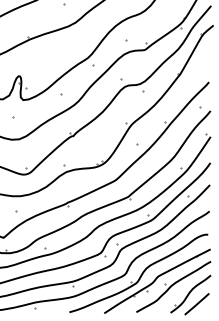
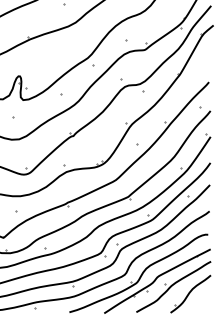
line at (196, 304): present -> none
